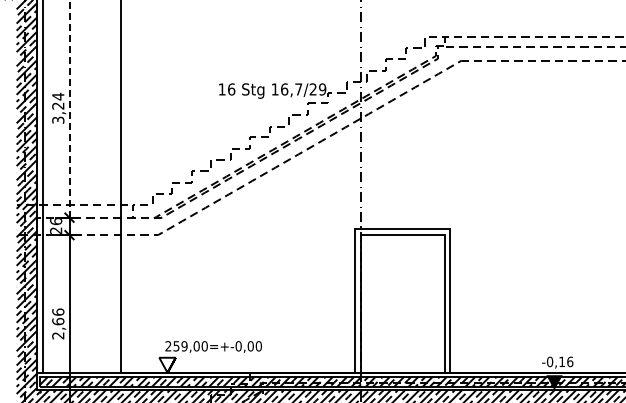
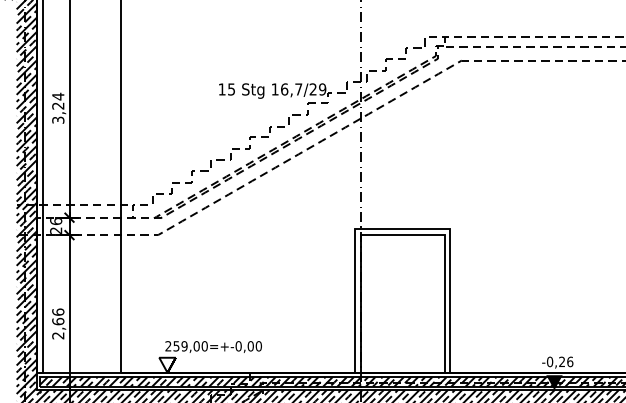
text at (231, 89): 16 -> 15
line at (69, 108): dashed -> solid
text at (561, 361): -0,16 -> -0,26
